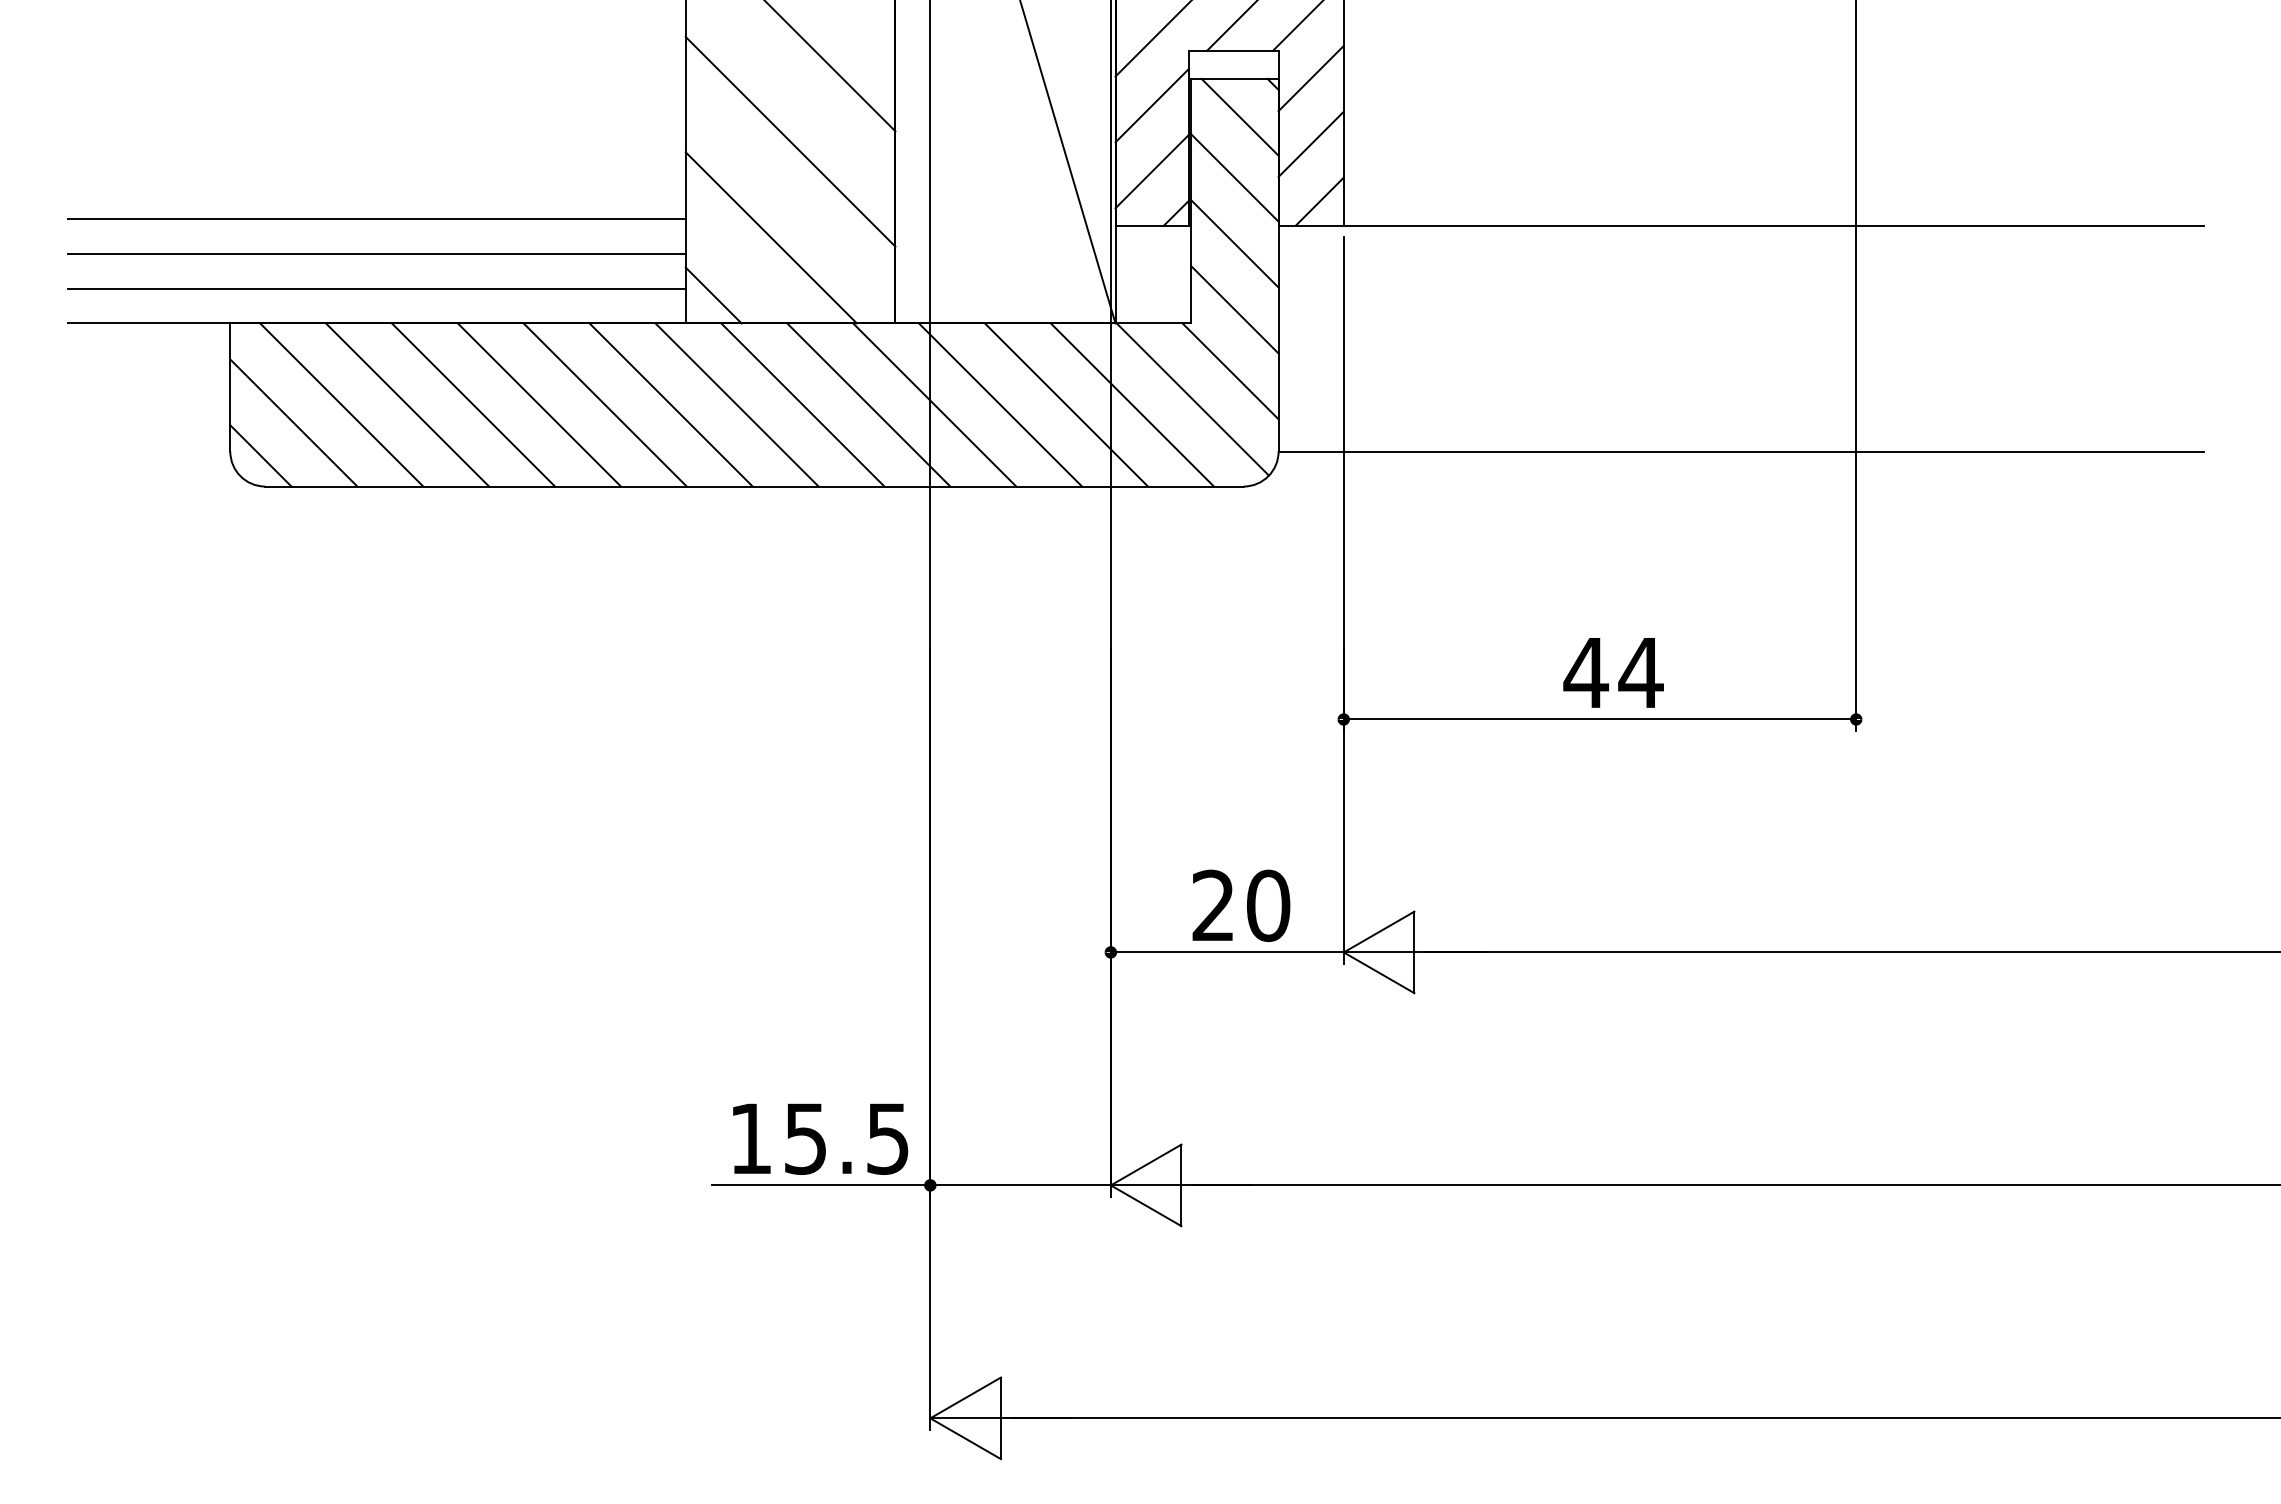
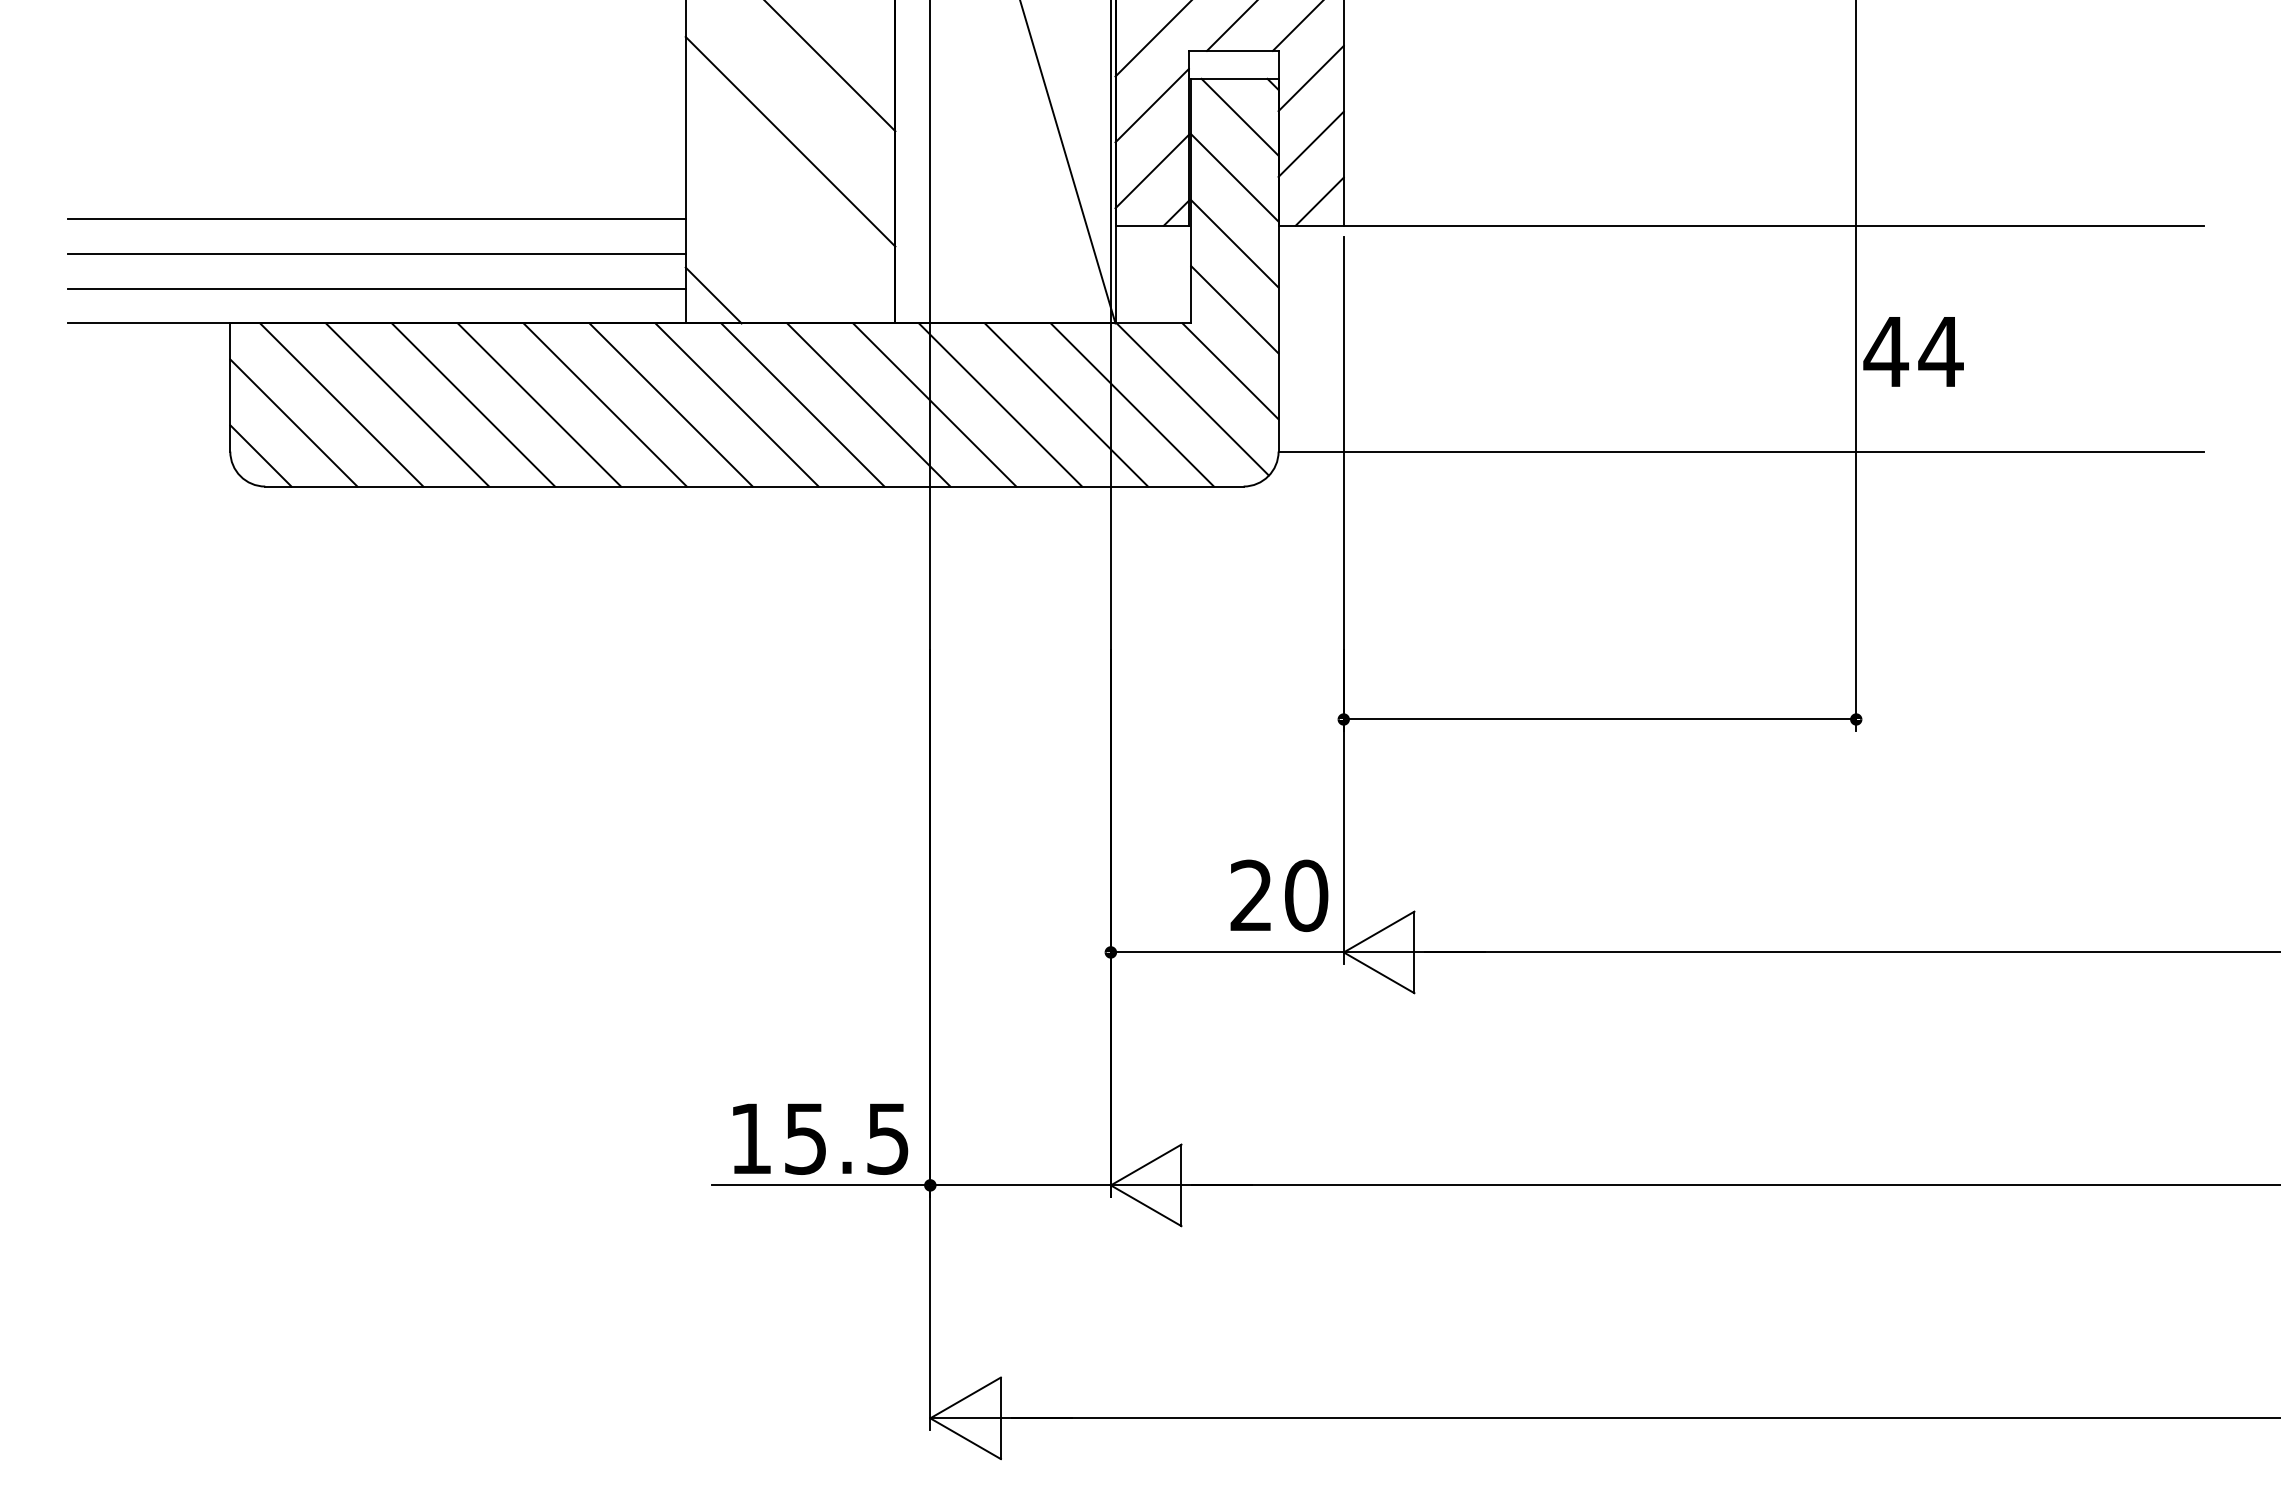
line at (770, 237): present -> none
text at (1613, 672) position: (1613, 672) -> (1913, 351)
text at (1241, 905) position: (1241, 905) -> (1279, 895)
